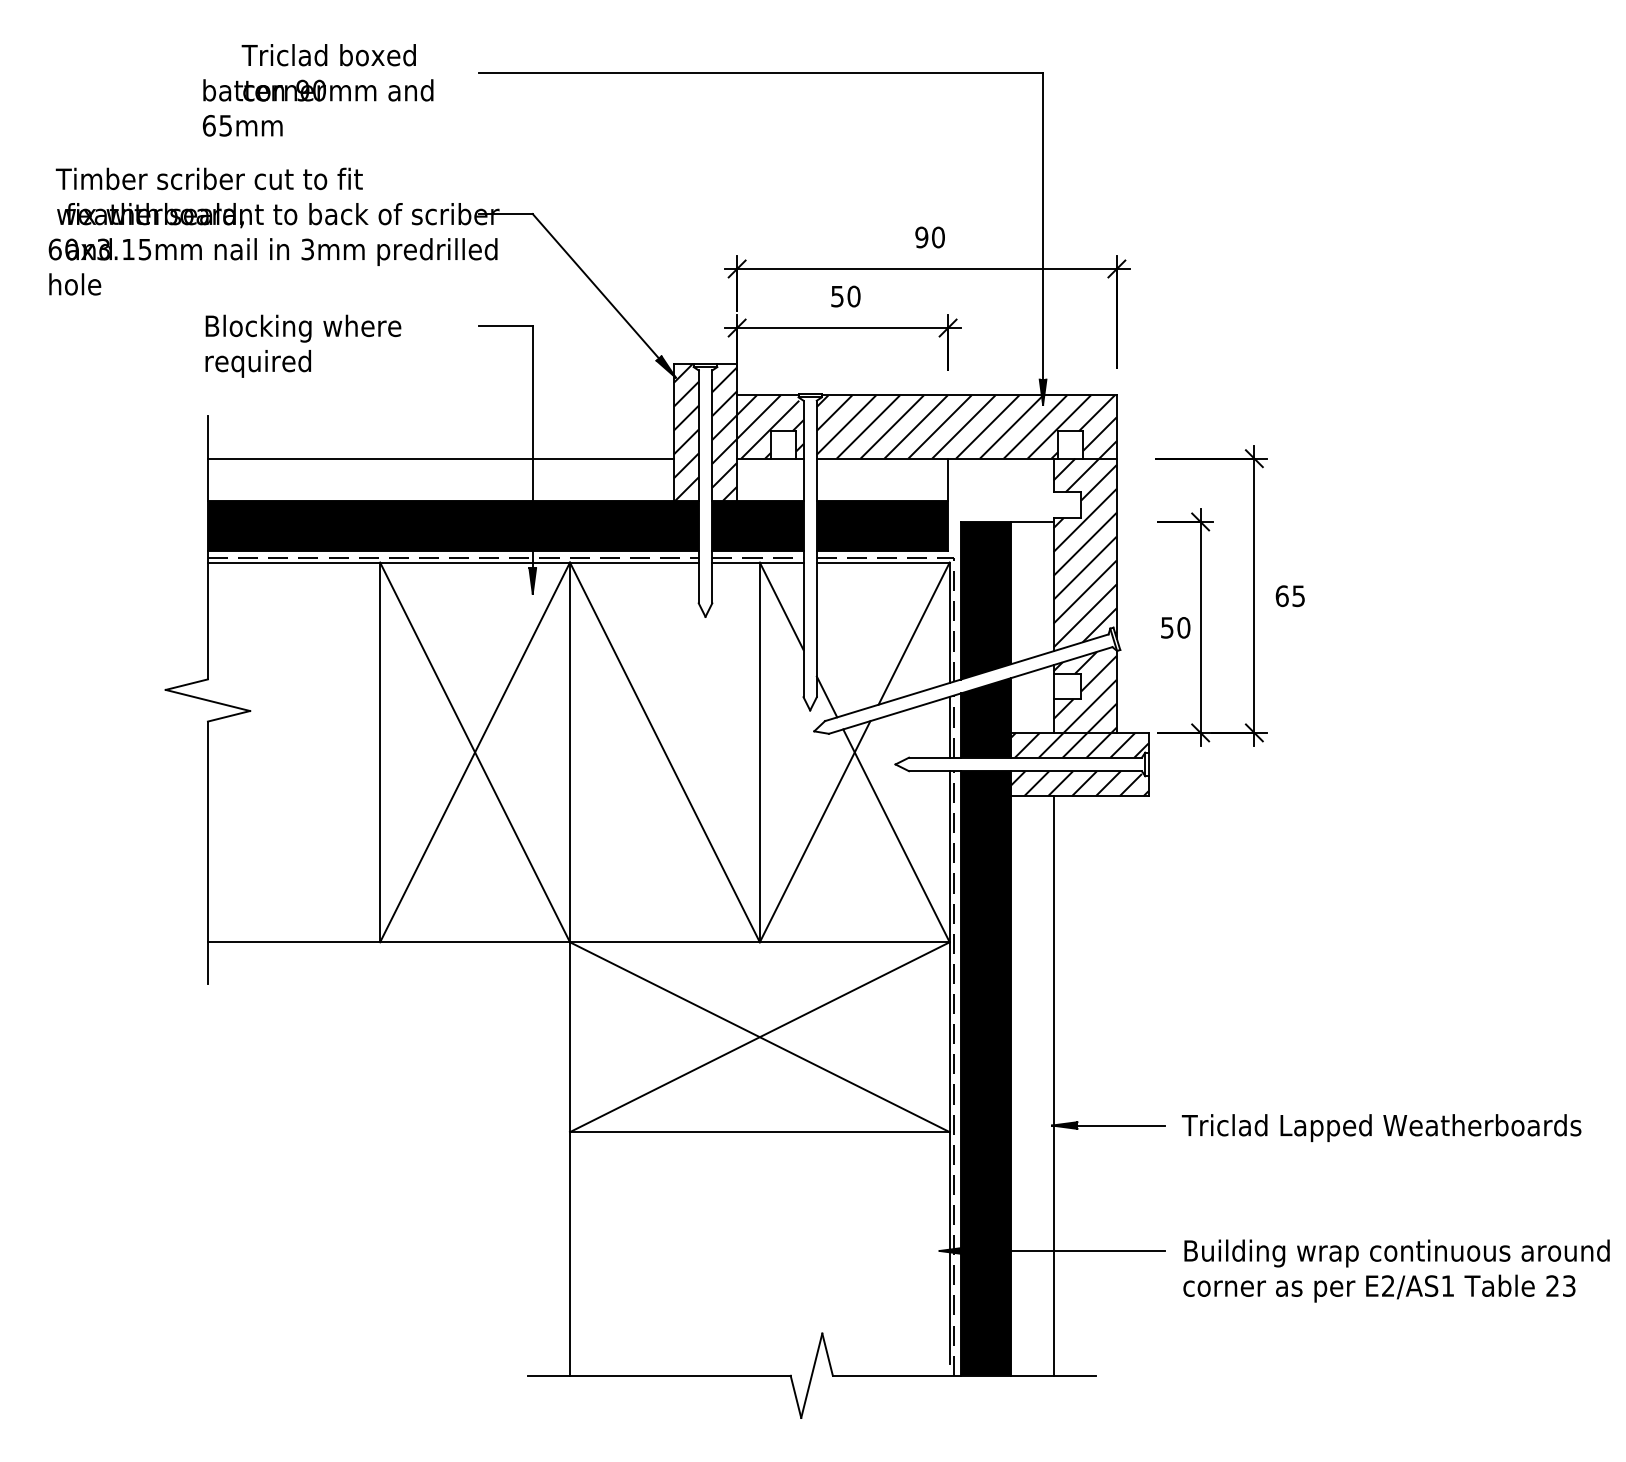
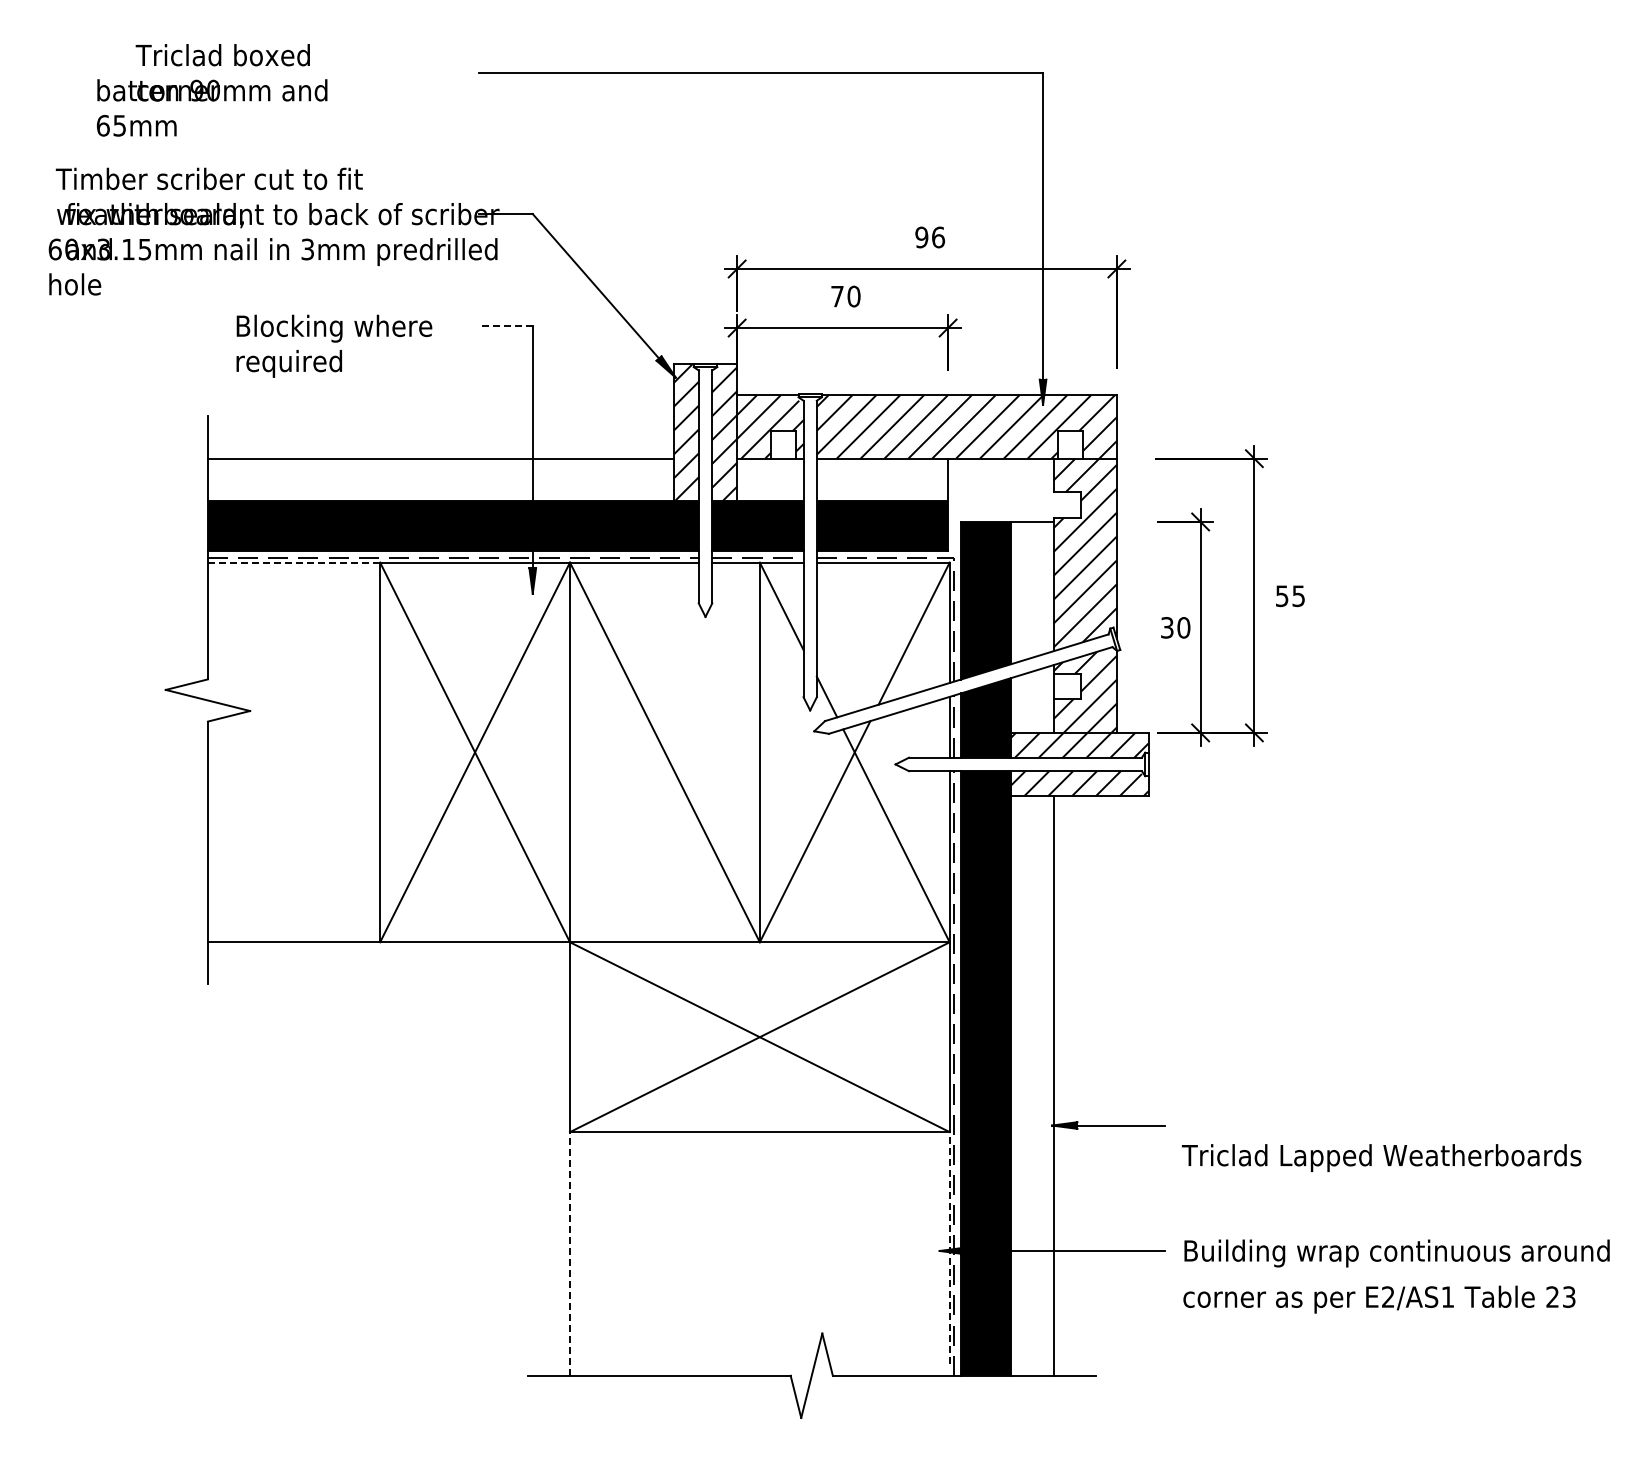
text at (317, 90) position: (317, 90) -> (211, 90)
text at (938, 237): 90 -> 96
text at (837, 296): 50 -> 70
line at (505, 326): solid -> dashed
text at (303, 345) position: (303, 345) -> (334, 345)
line at (294, 562): solid -> dashed
text at (1281, 596): 65 -> 55
text at (1167, 627): 50 -> 30
text at (1381, 1127) position: (1381, 1127) -> (1381, 1157)
line at (949, 1247): solid -> dashed
line at (570, 1253): solid -> dashed
text at (1379, 1288) position: (1379, 1288) -> (1379, 1299)
